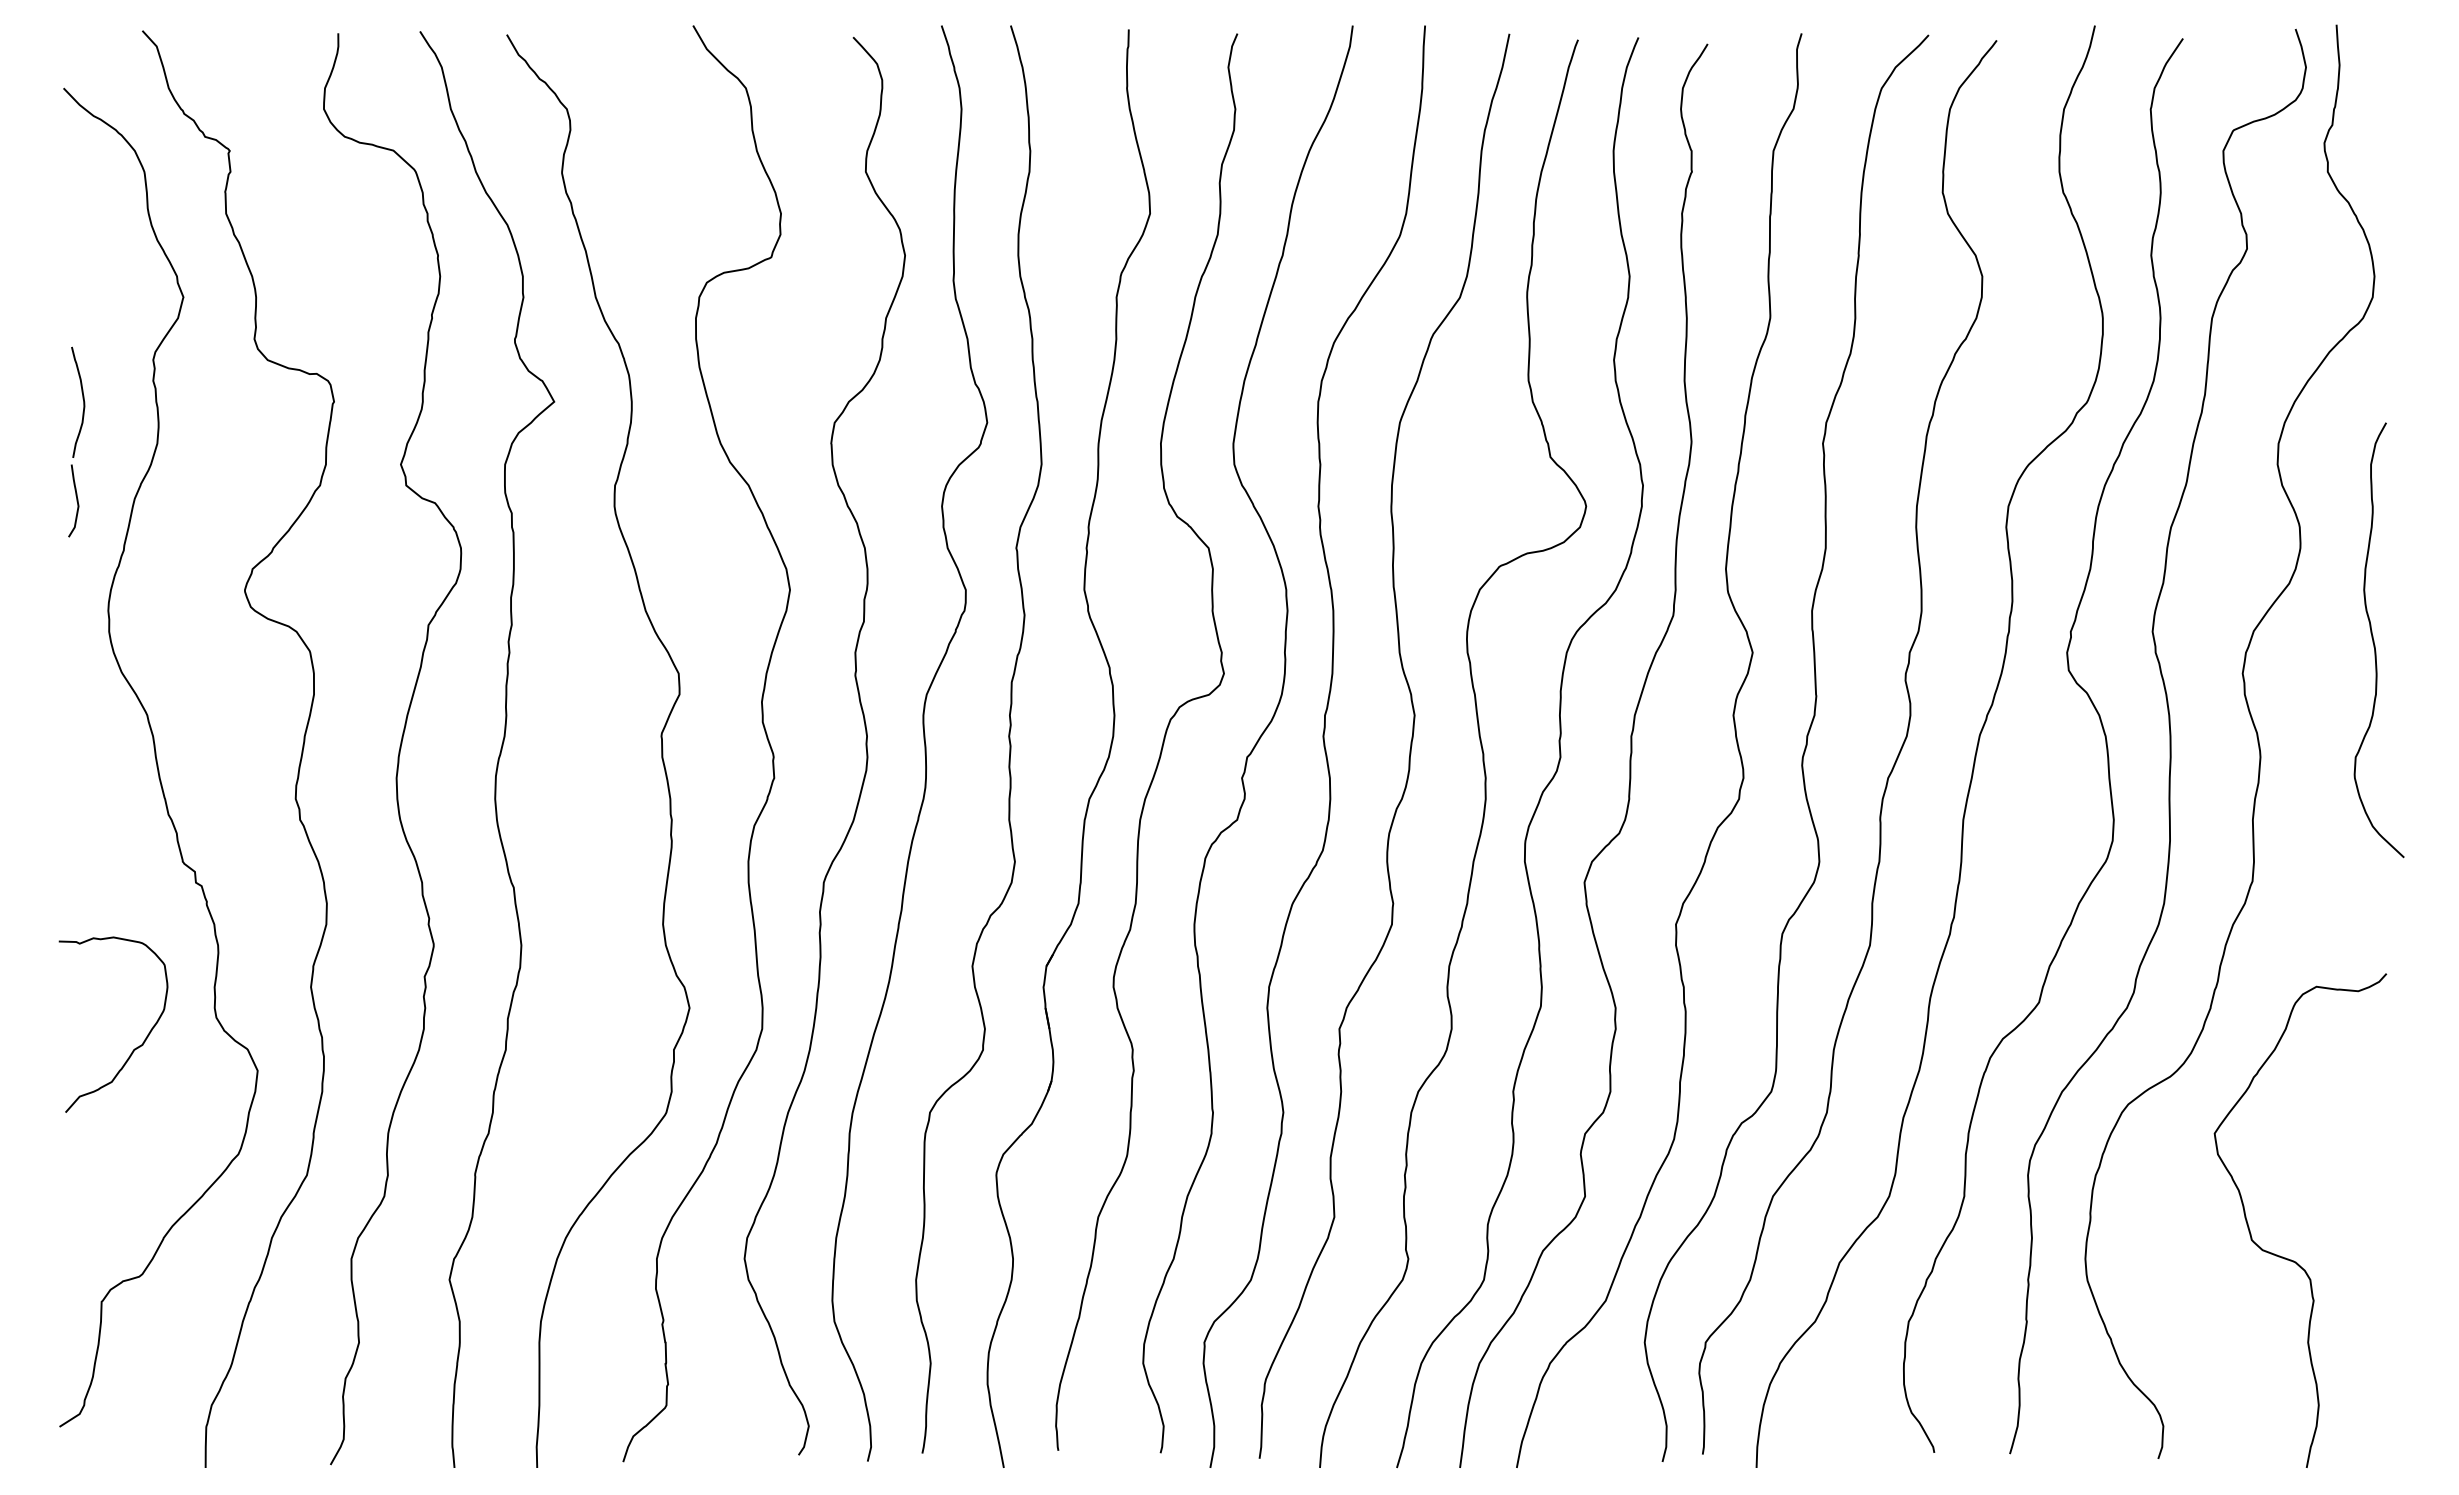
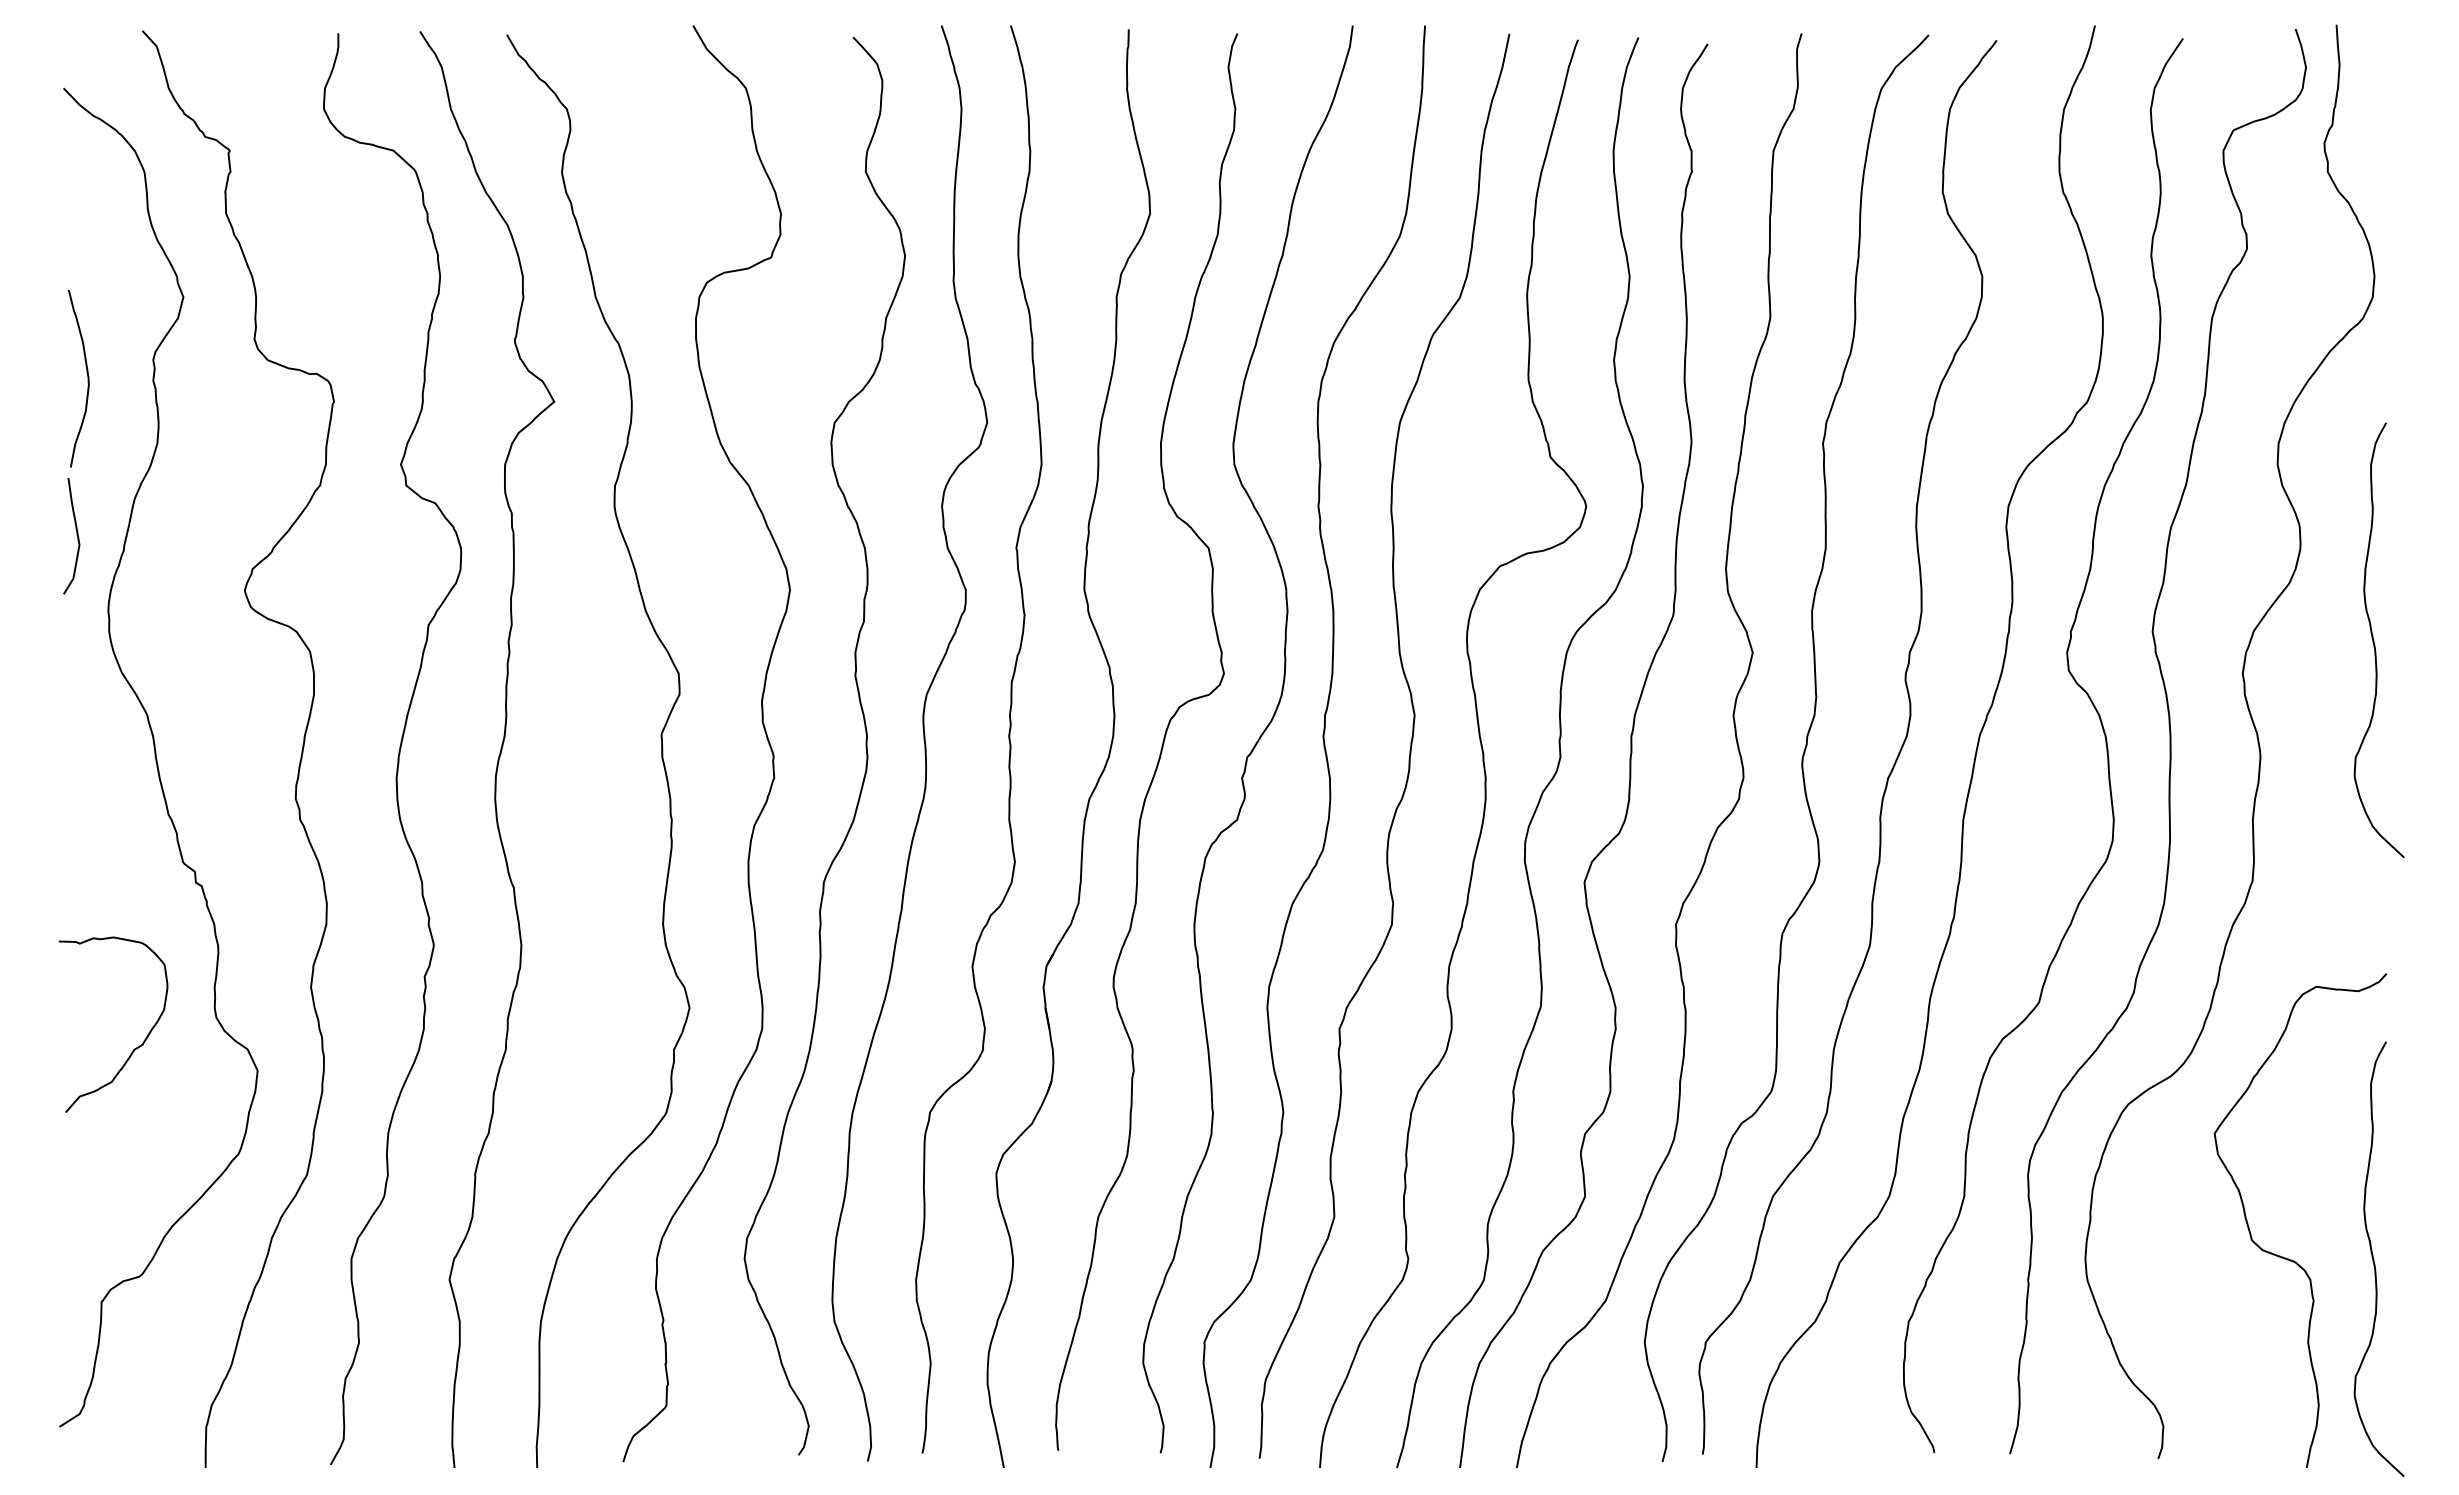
part at (76, 441) size: 18x192 px -> 27x306 px
curve at (2374, 1259): none -> present
